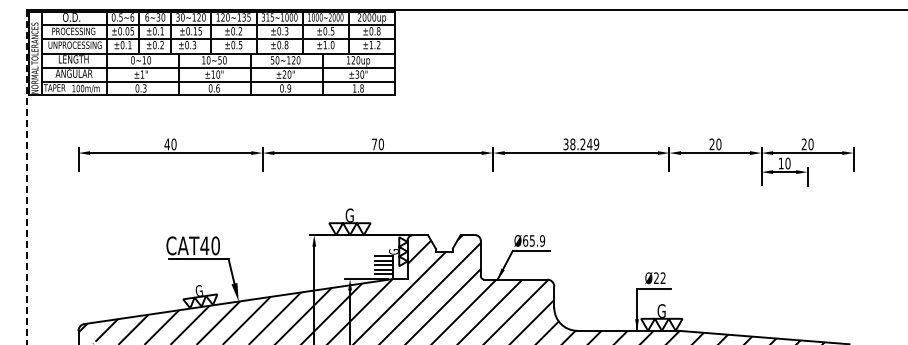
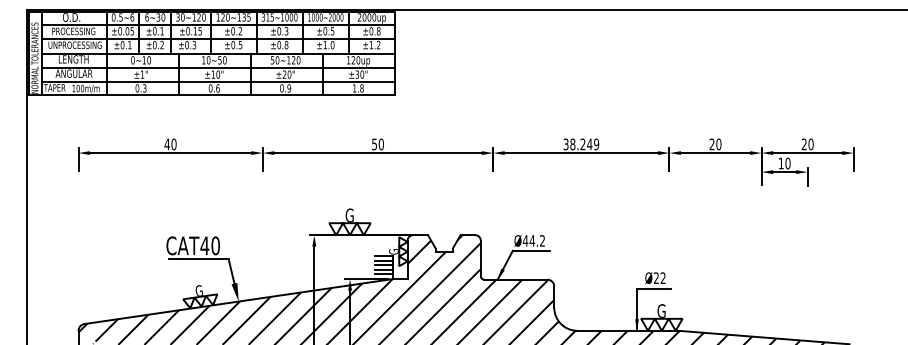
text at (374, 144): 70 -> 50
line at (27, 177): dashed -> solid
text at (533, 240): Ø65.9 -> Ø44.2
